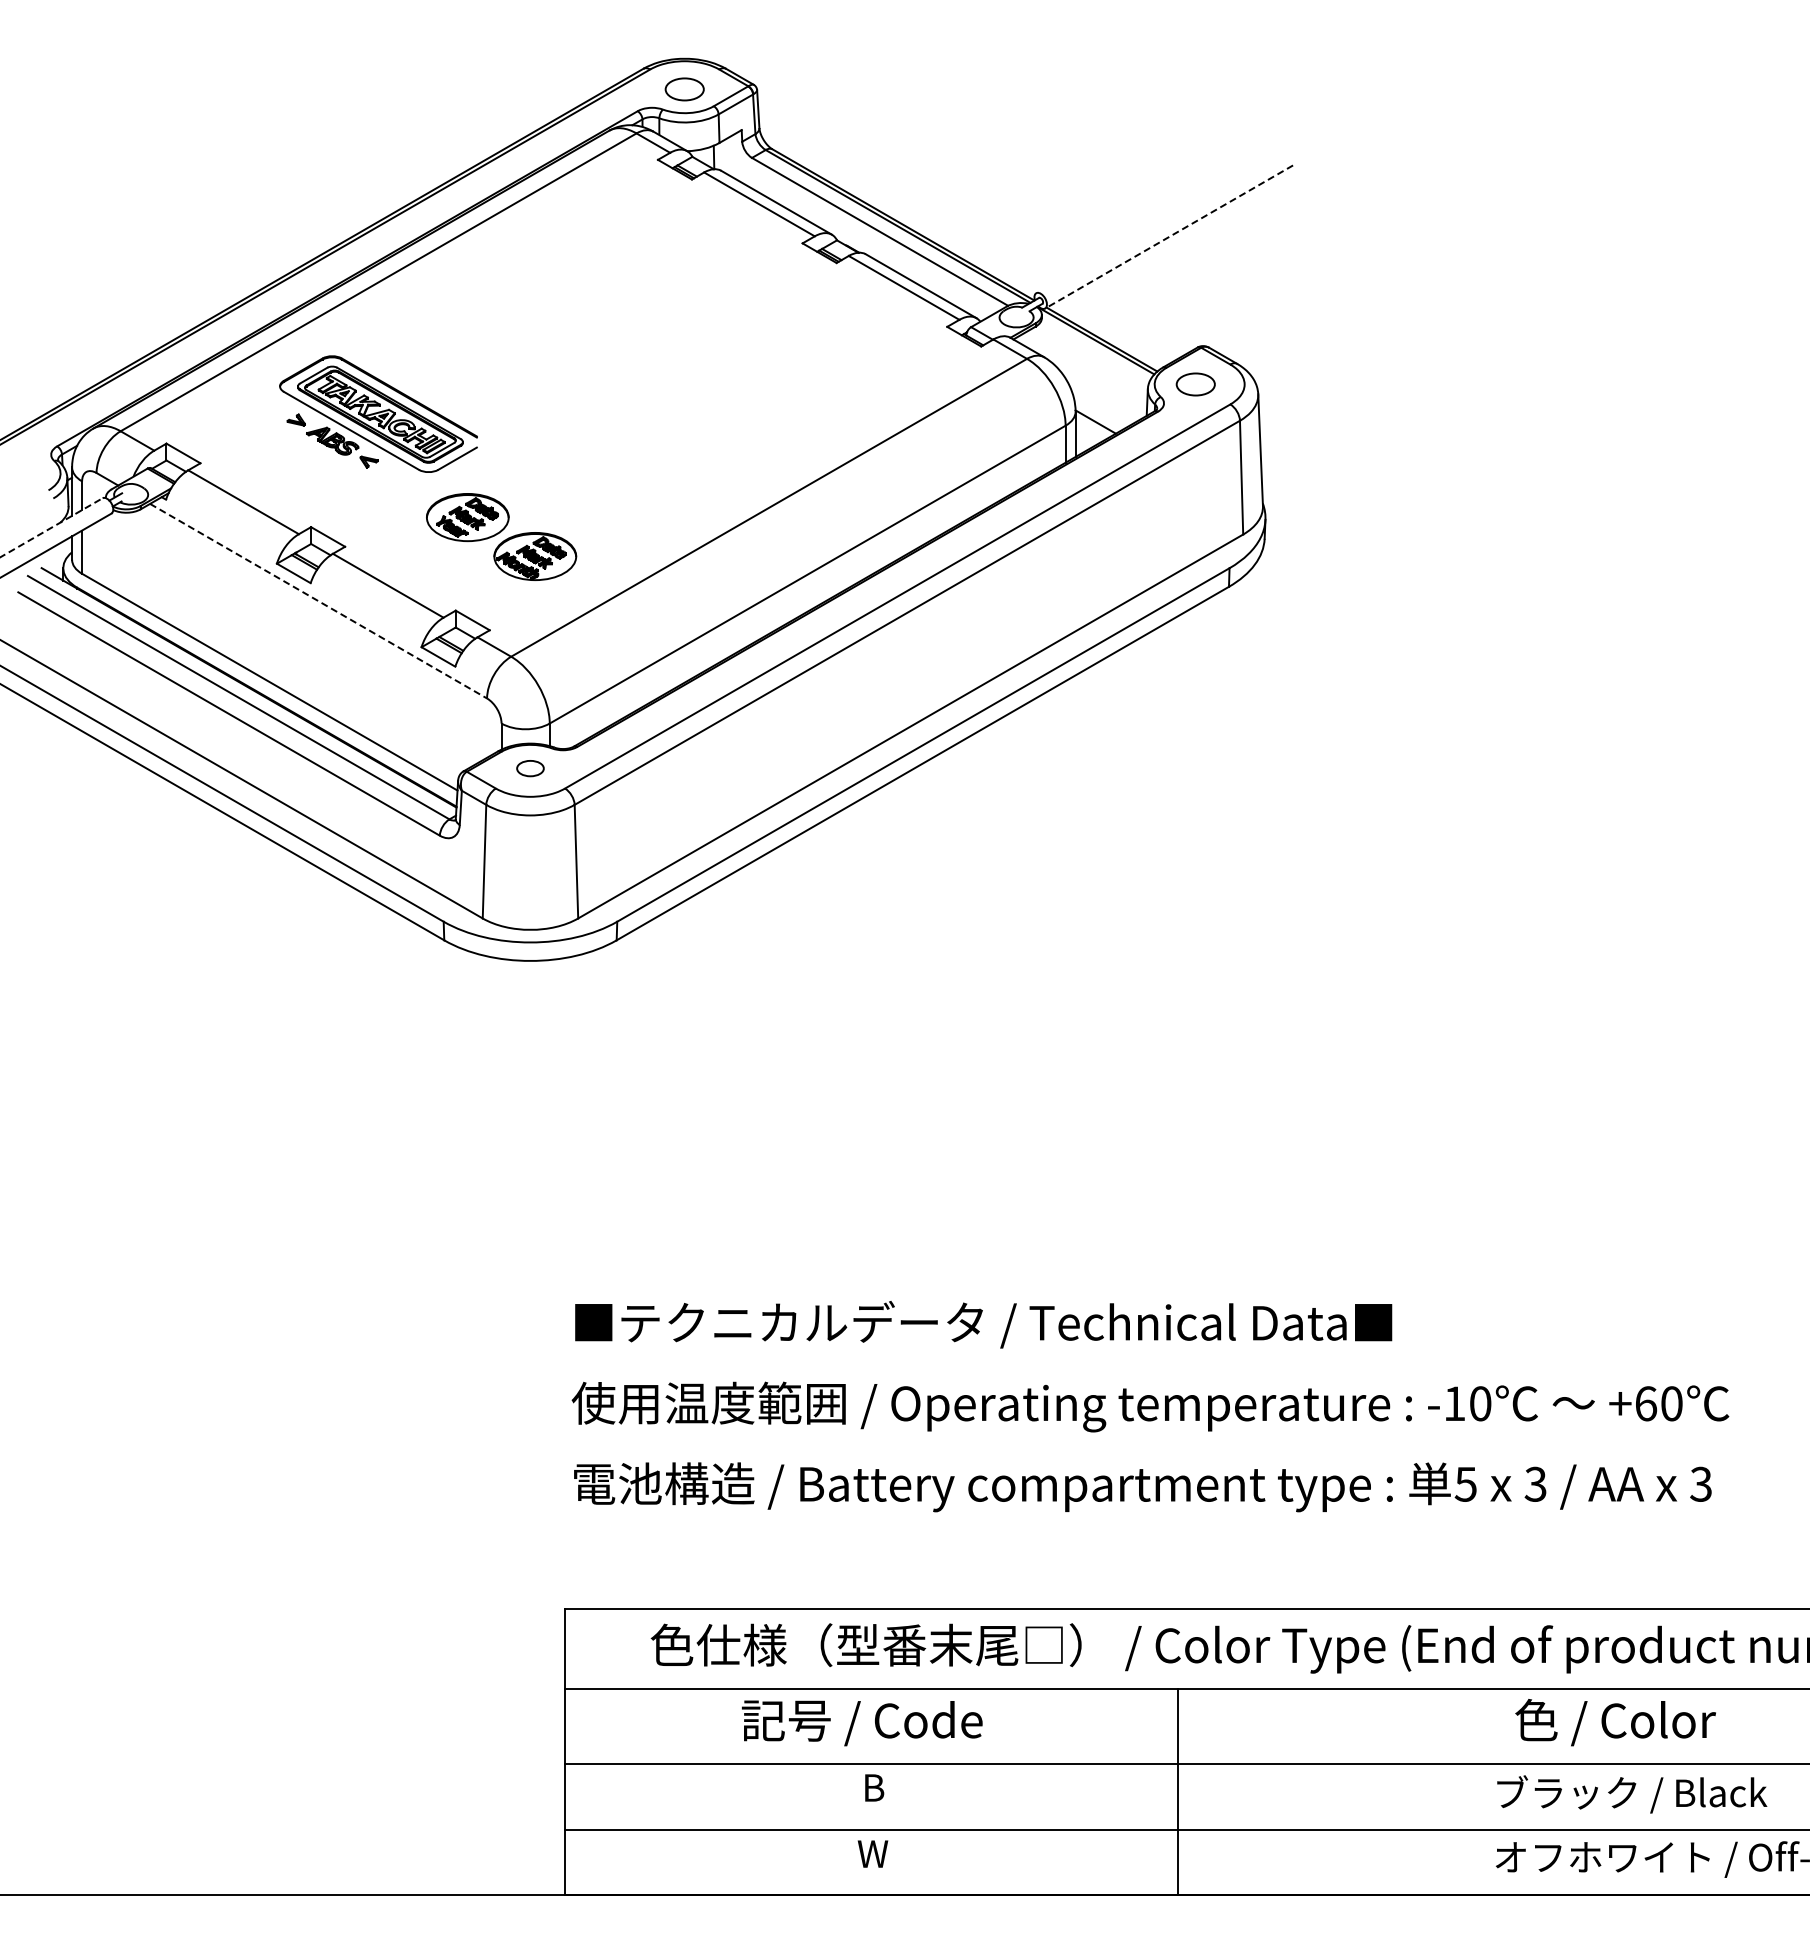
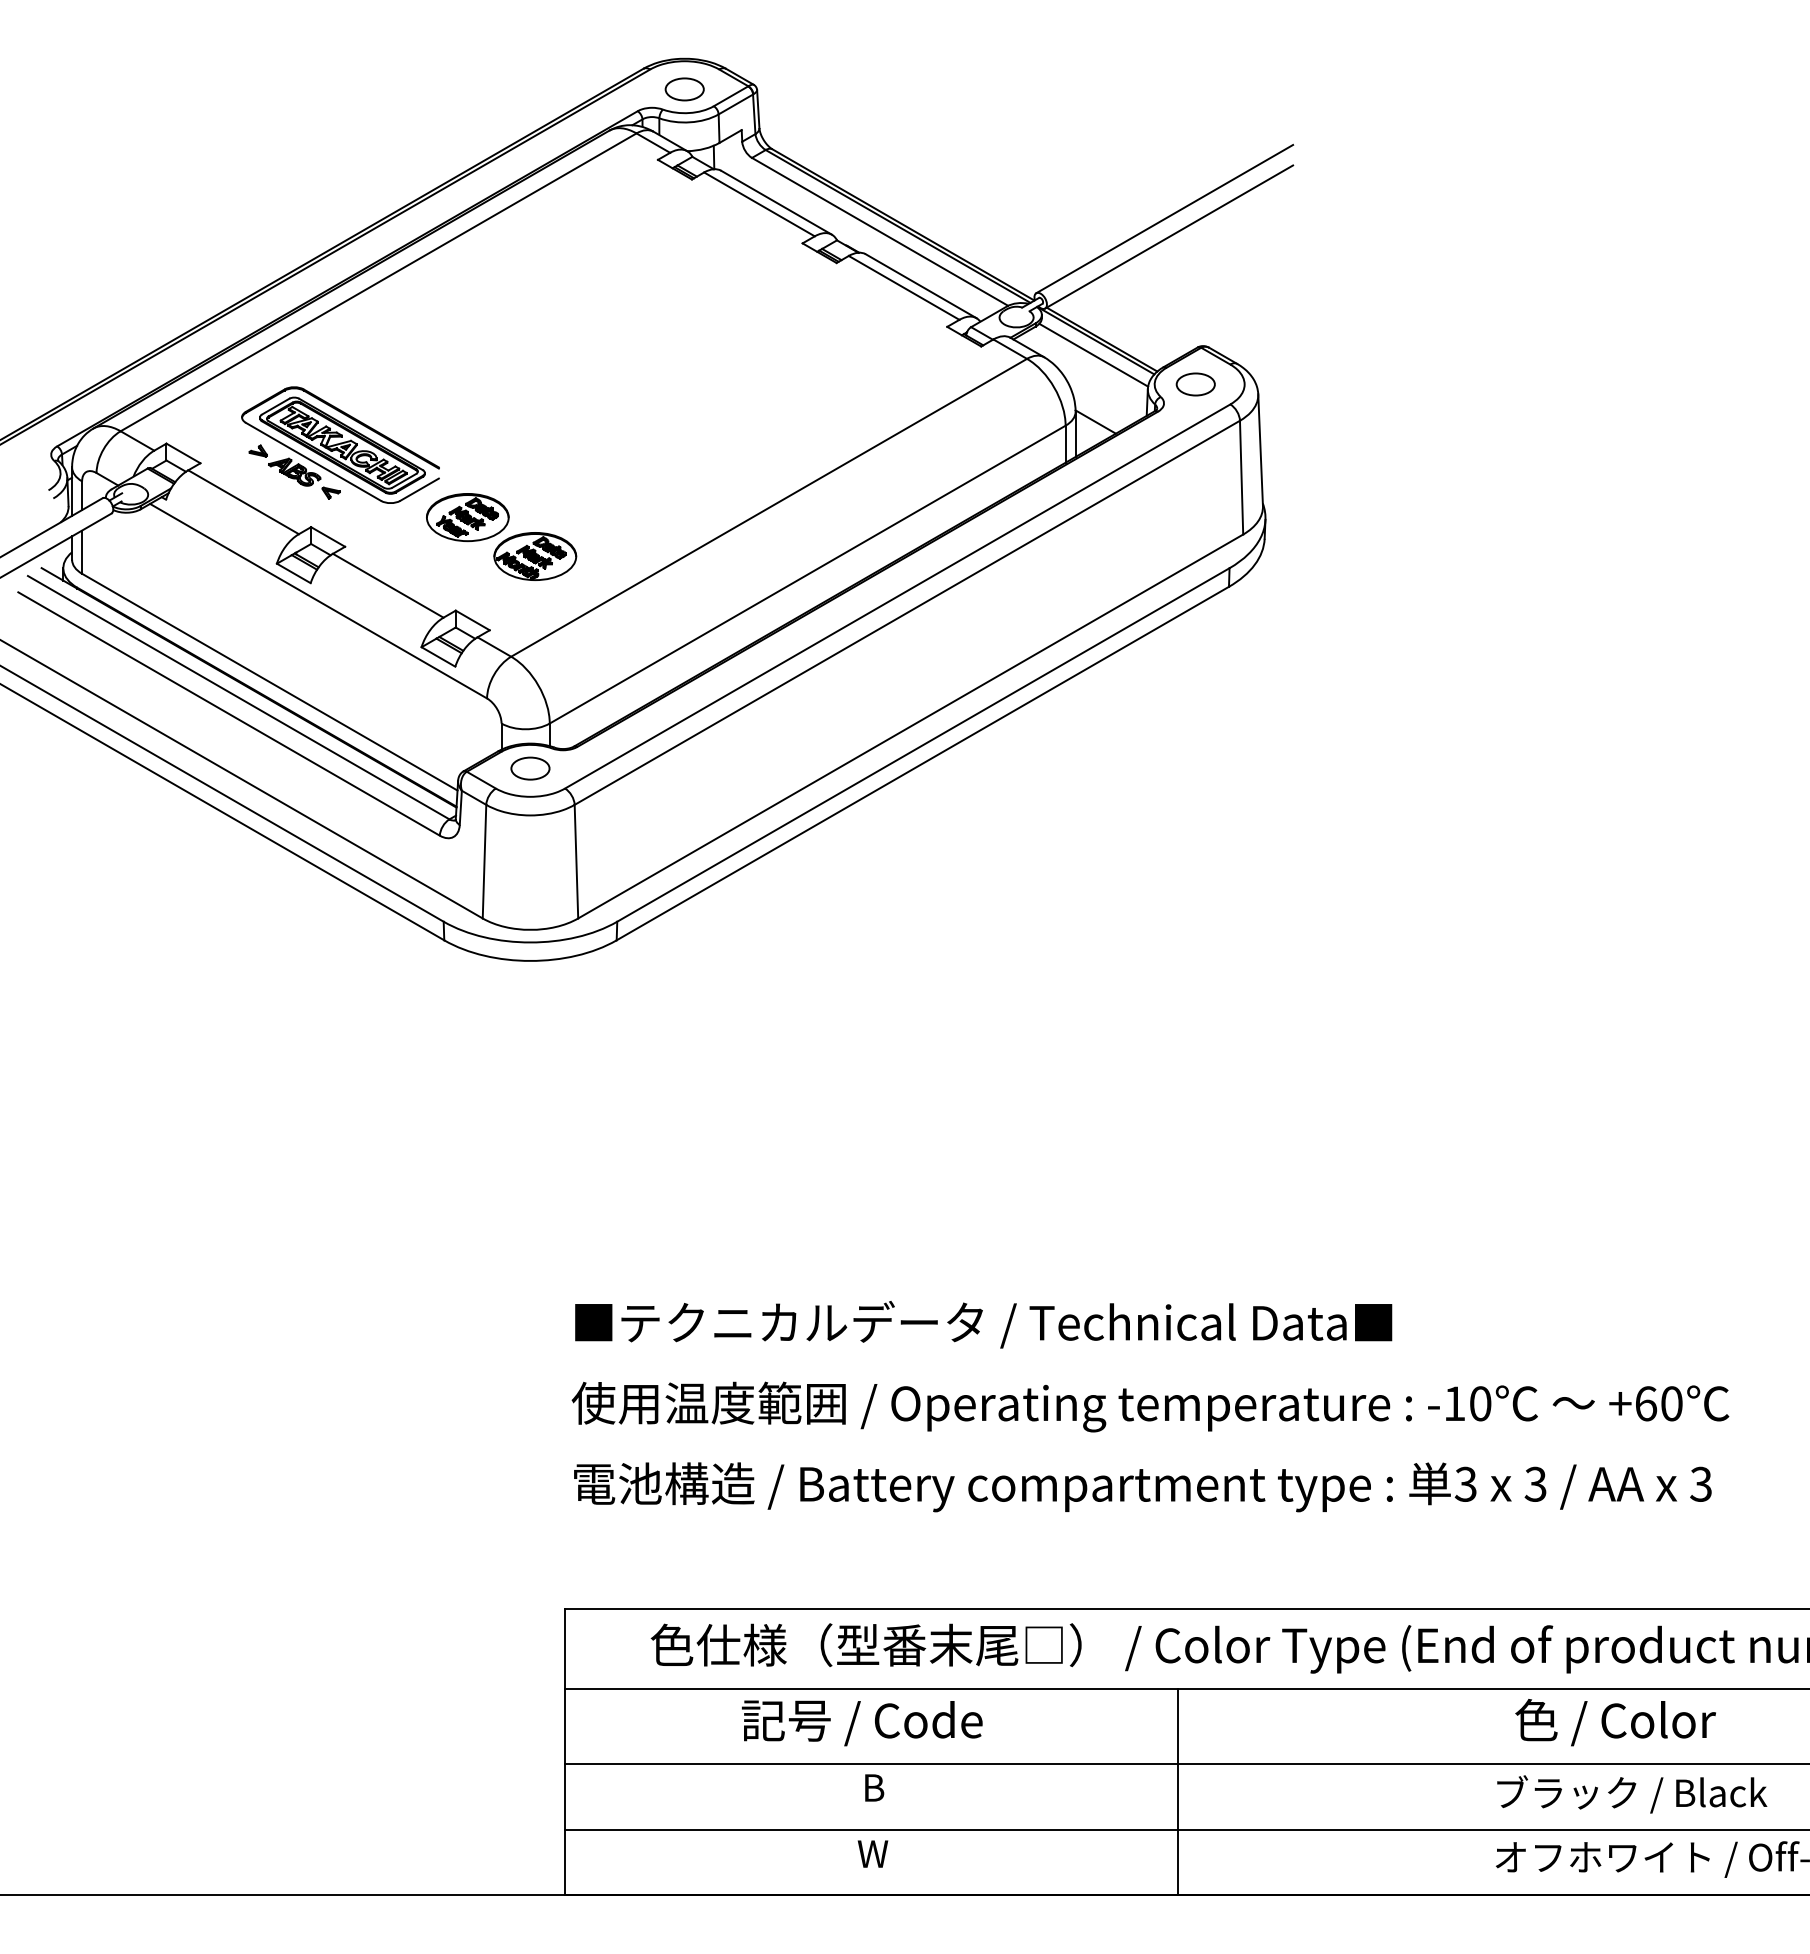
line at (1164, 218): none -> present
line at (1168, 237): dashed -> solid
line at (1093, 354): none -> present
part at (378, 413) position: (378, 413) -> (340, 444)
line at (51, 527): dashed -> solid
line at (318, 601): dashed -> solid
part at (530, 768) size: 29x18 px -> 41x25 px
text at (1465, 1483): 5 -> 3
